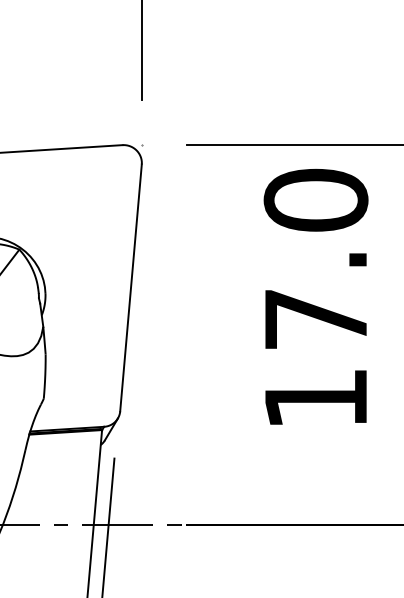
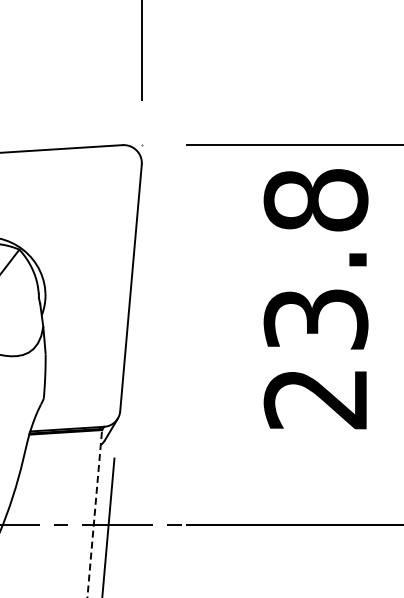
text at (315, 298): 17.0 -> 23.8
line at (94, 513): solid -> dashed
